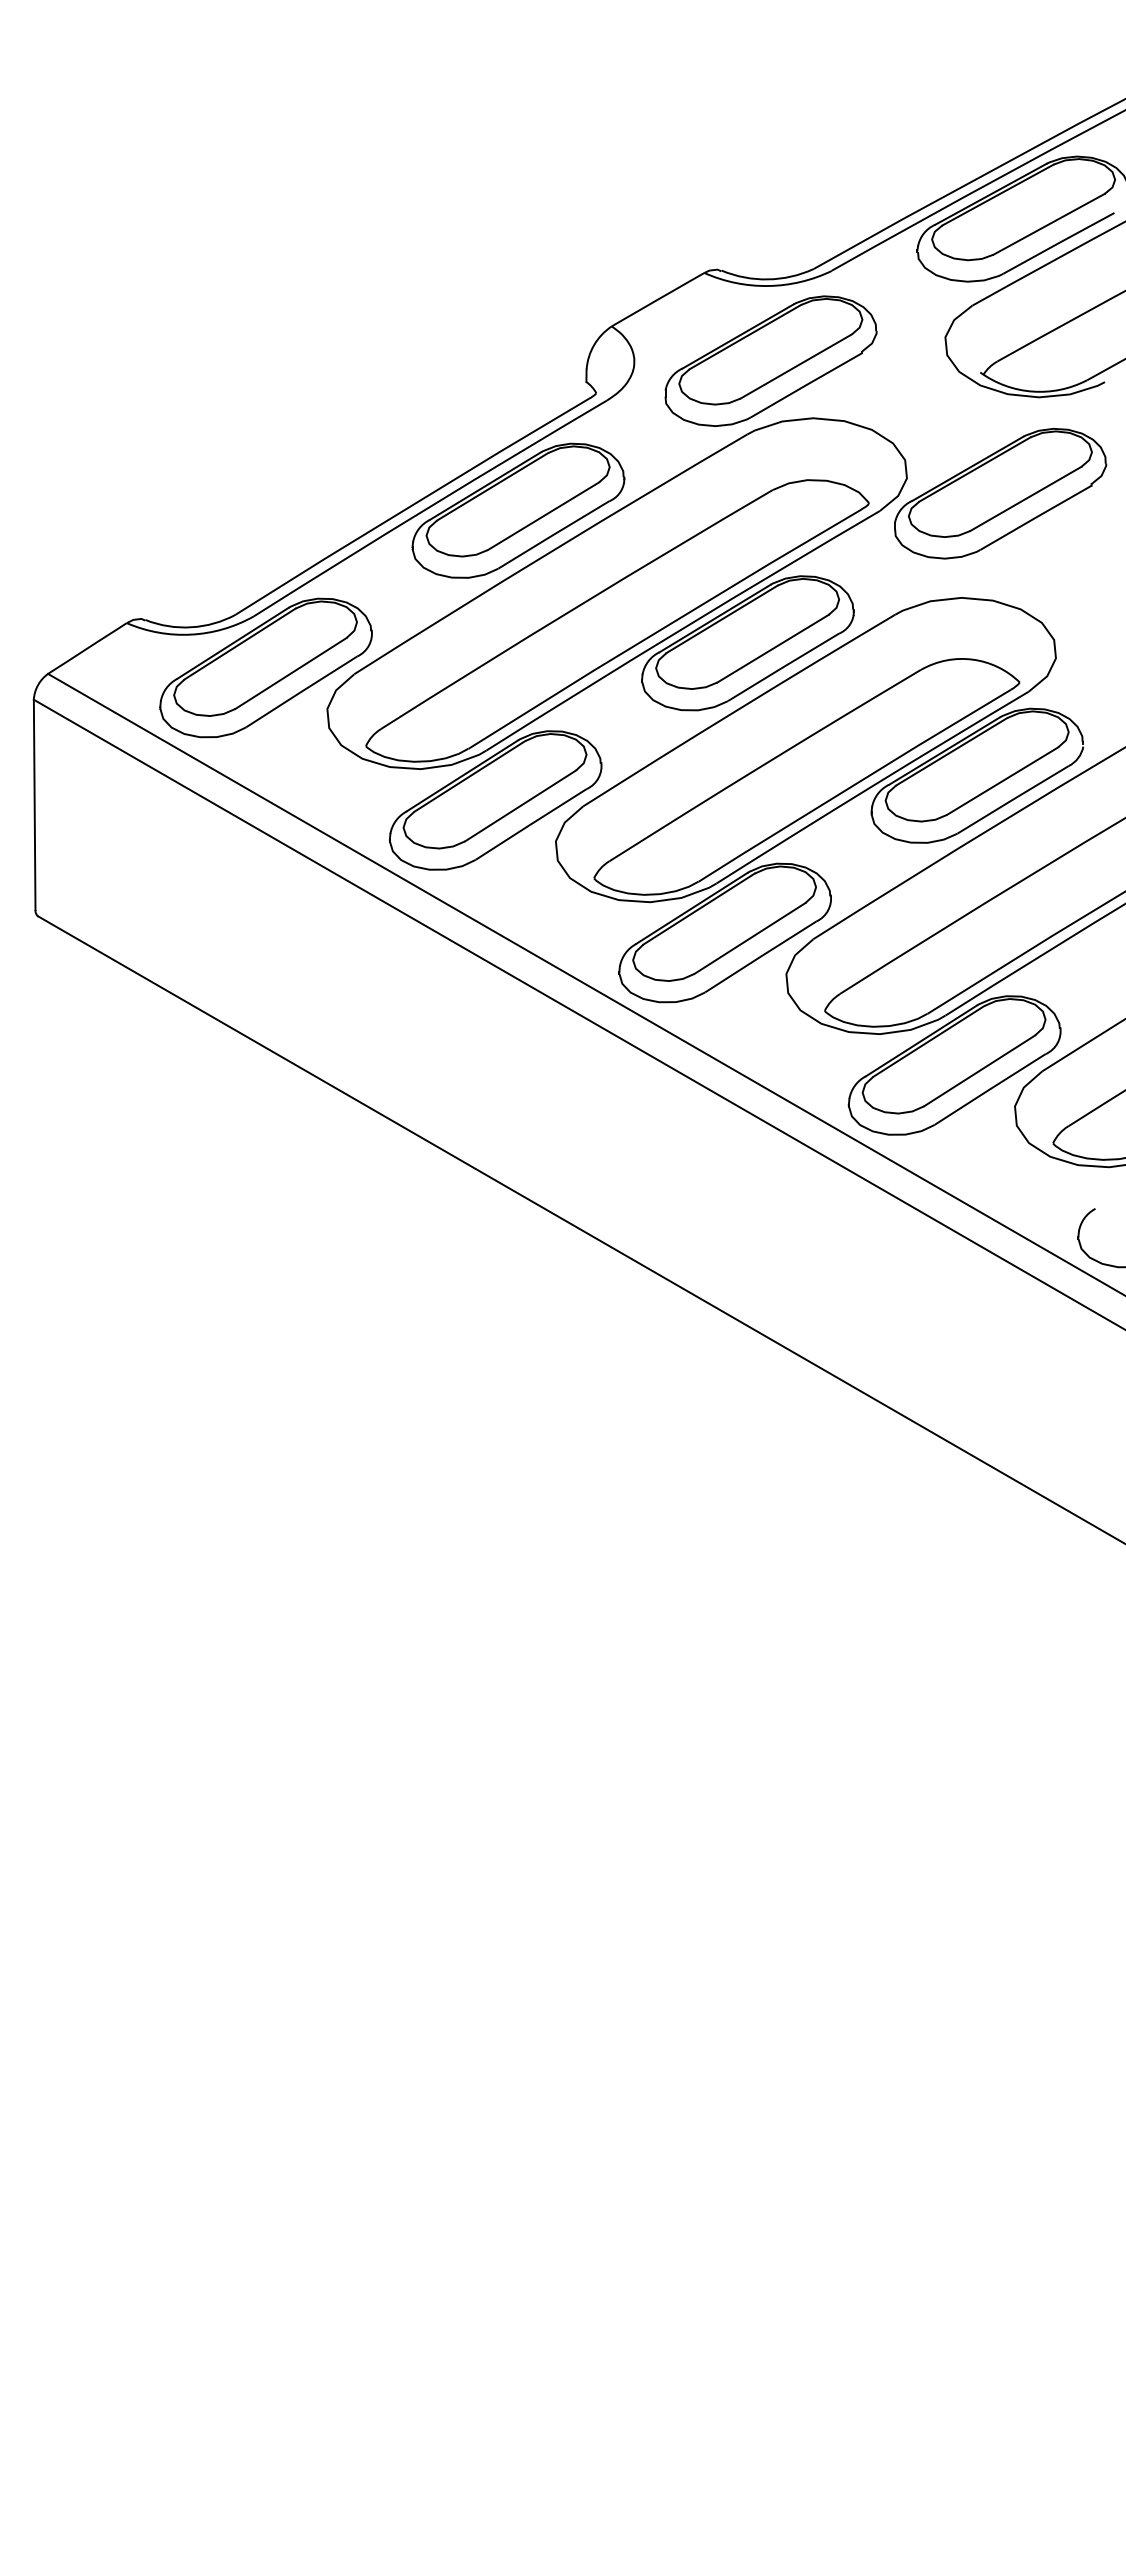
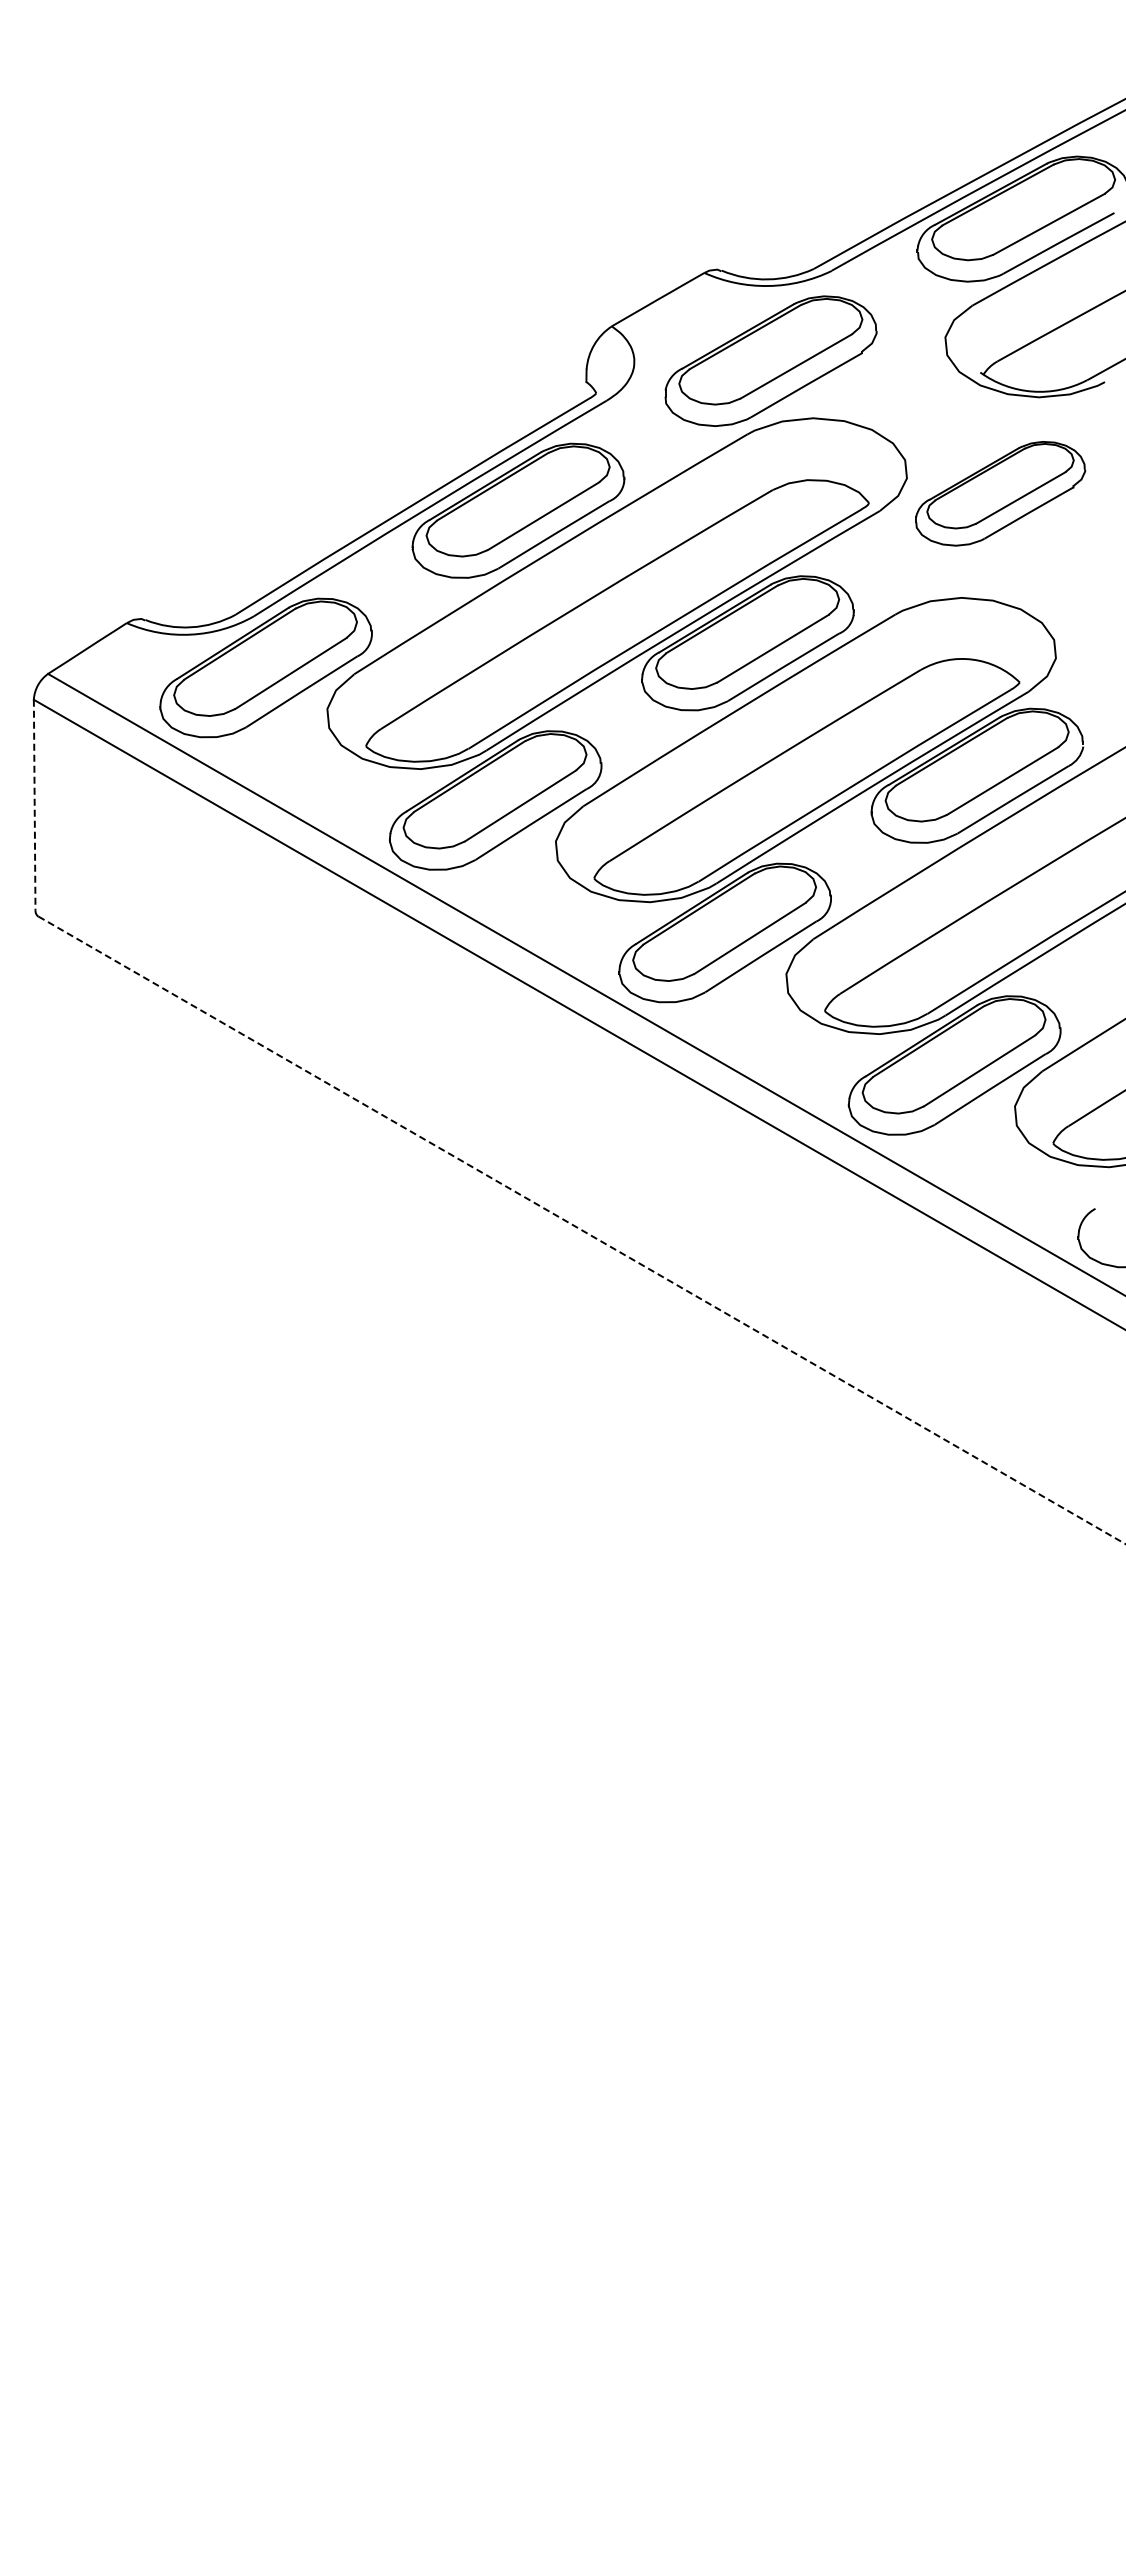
part at (1000, 493) size: 214x132 px -> 172x106 px
line at (34, 805): solid -> dashed
line at (582, 1230): solid -> dashed
